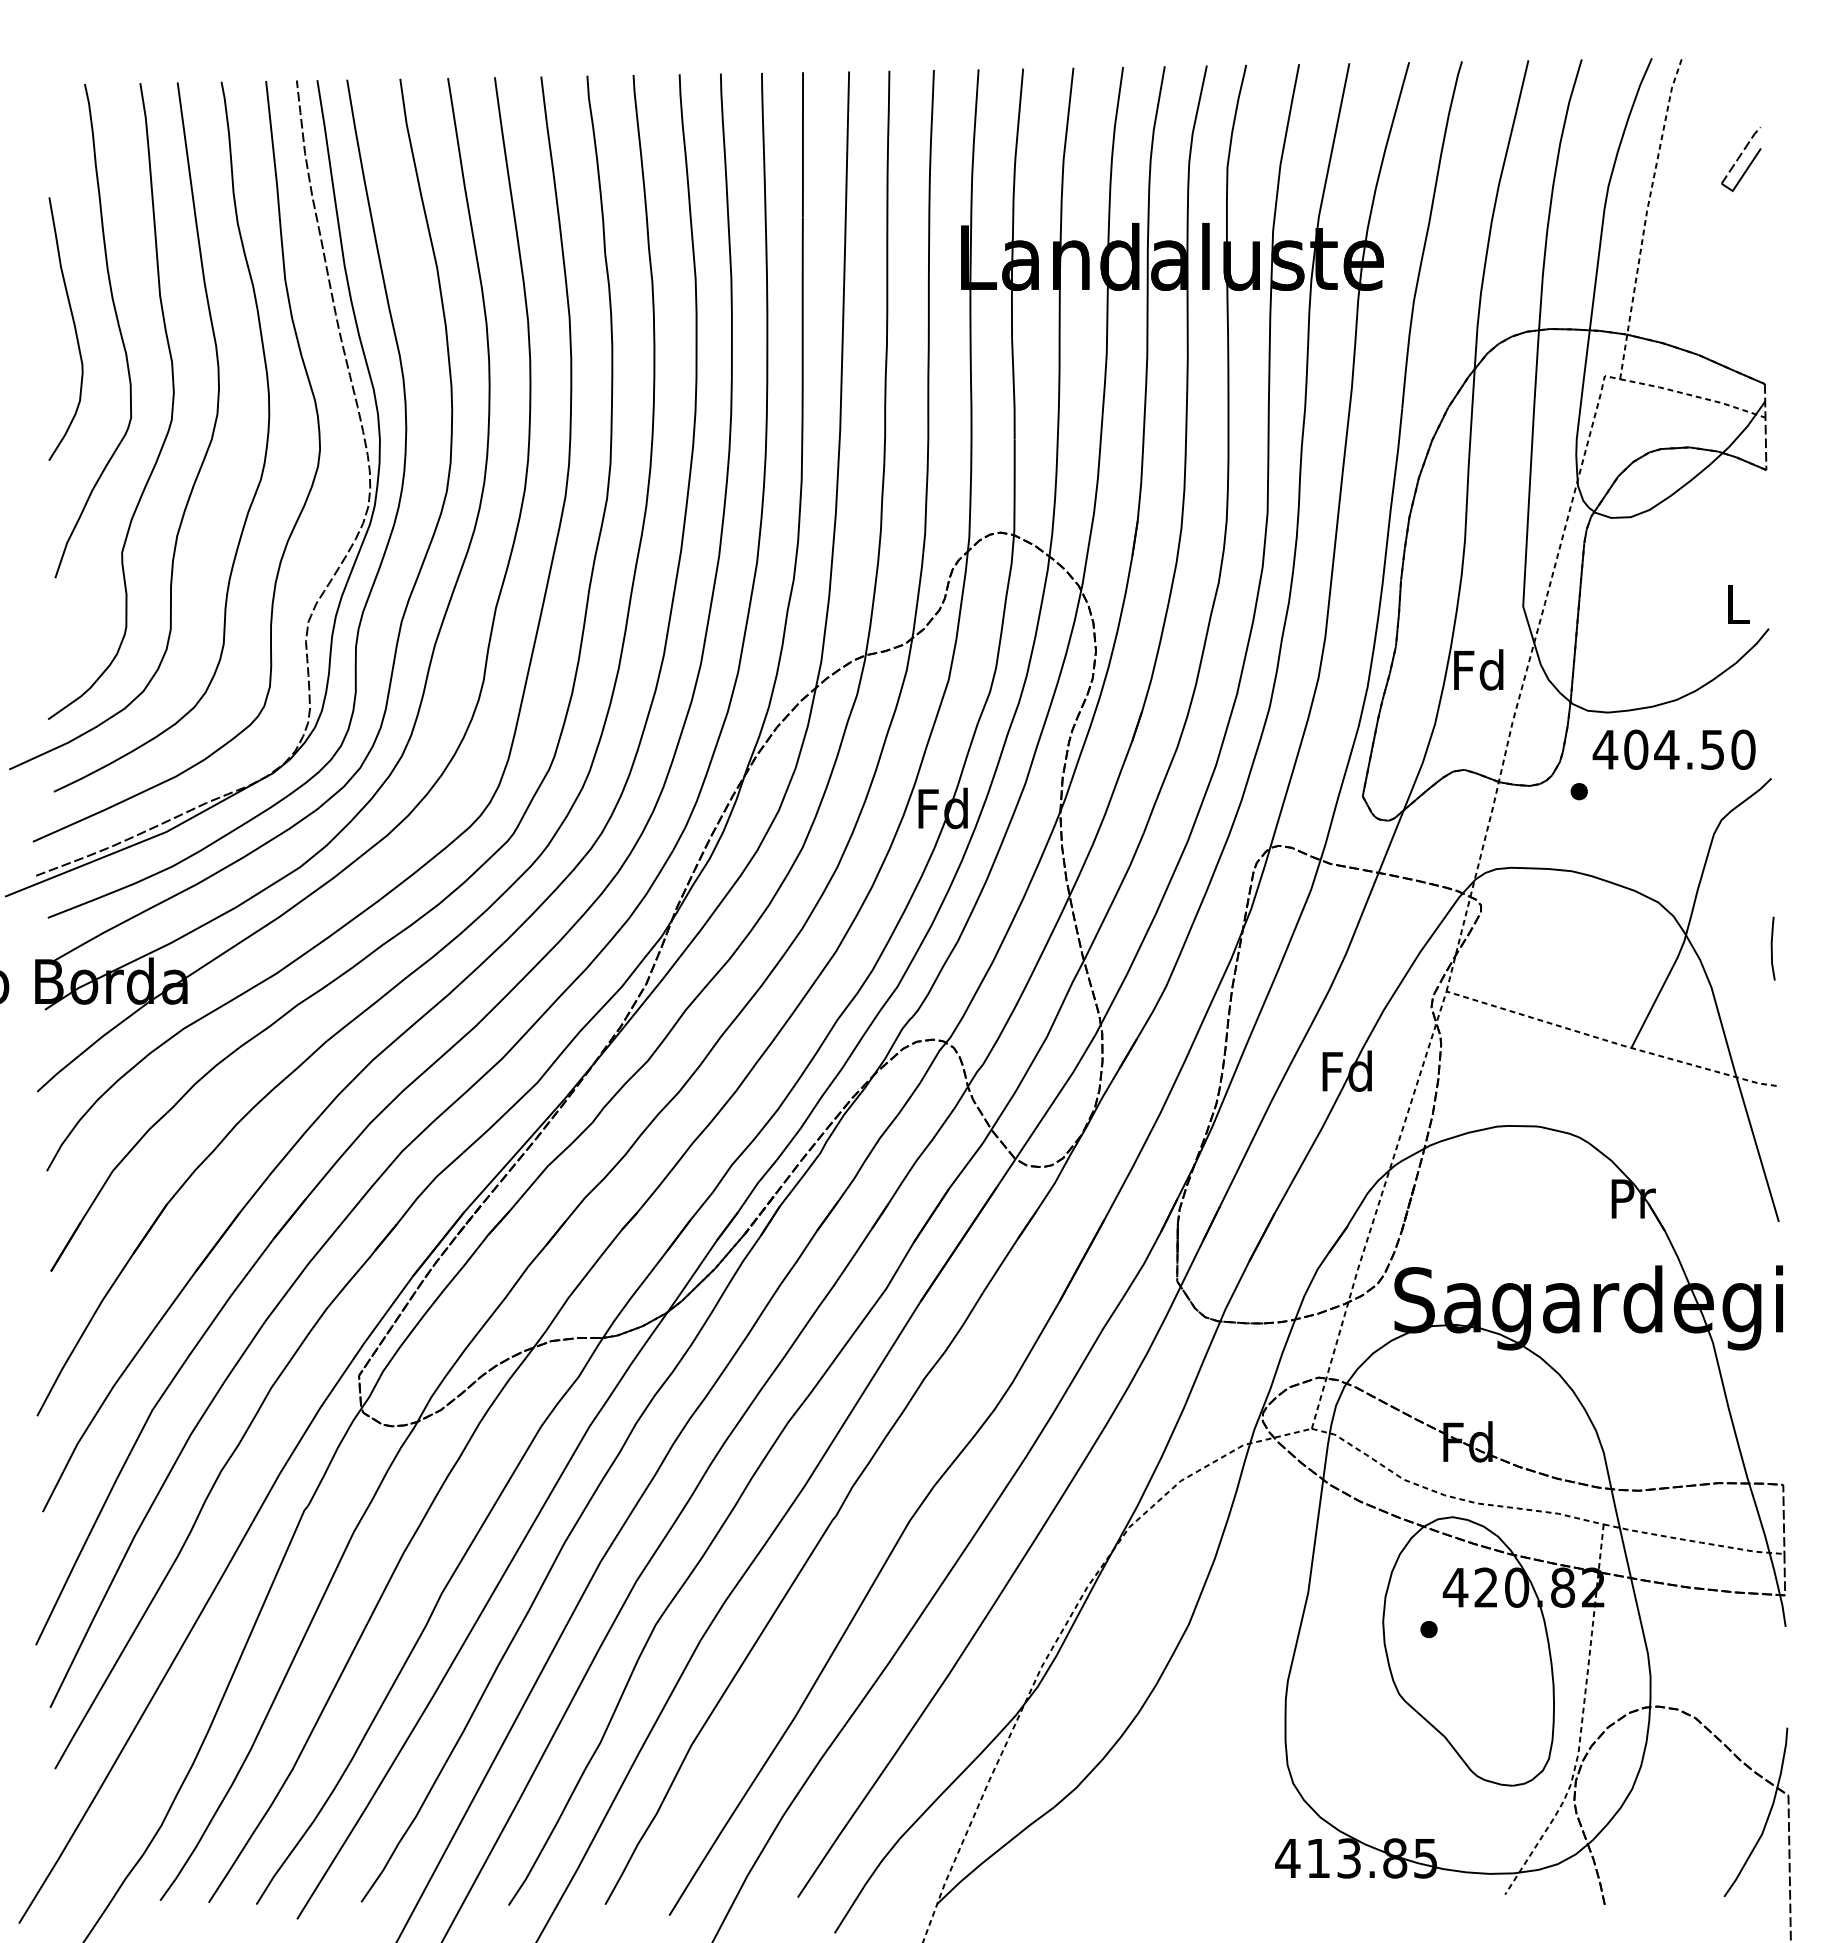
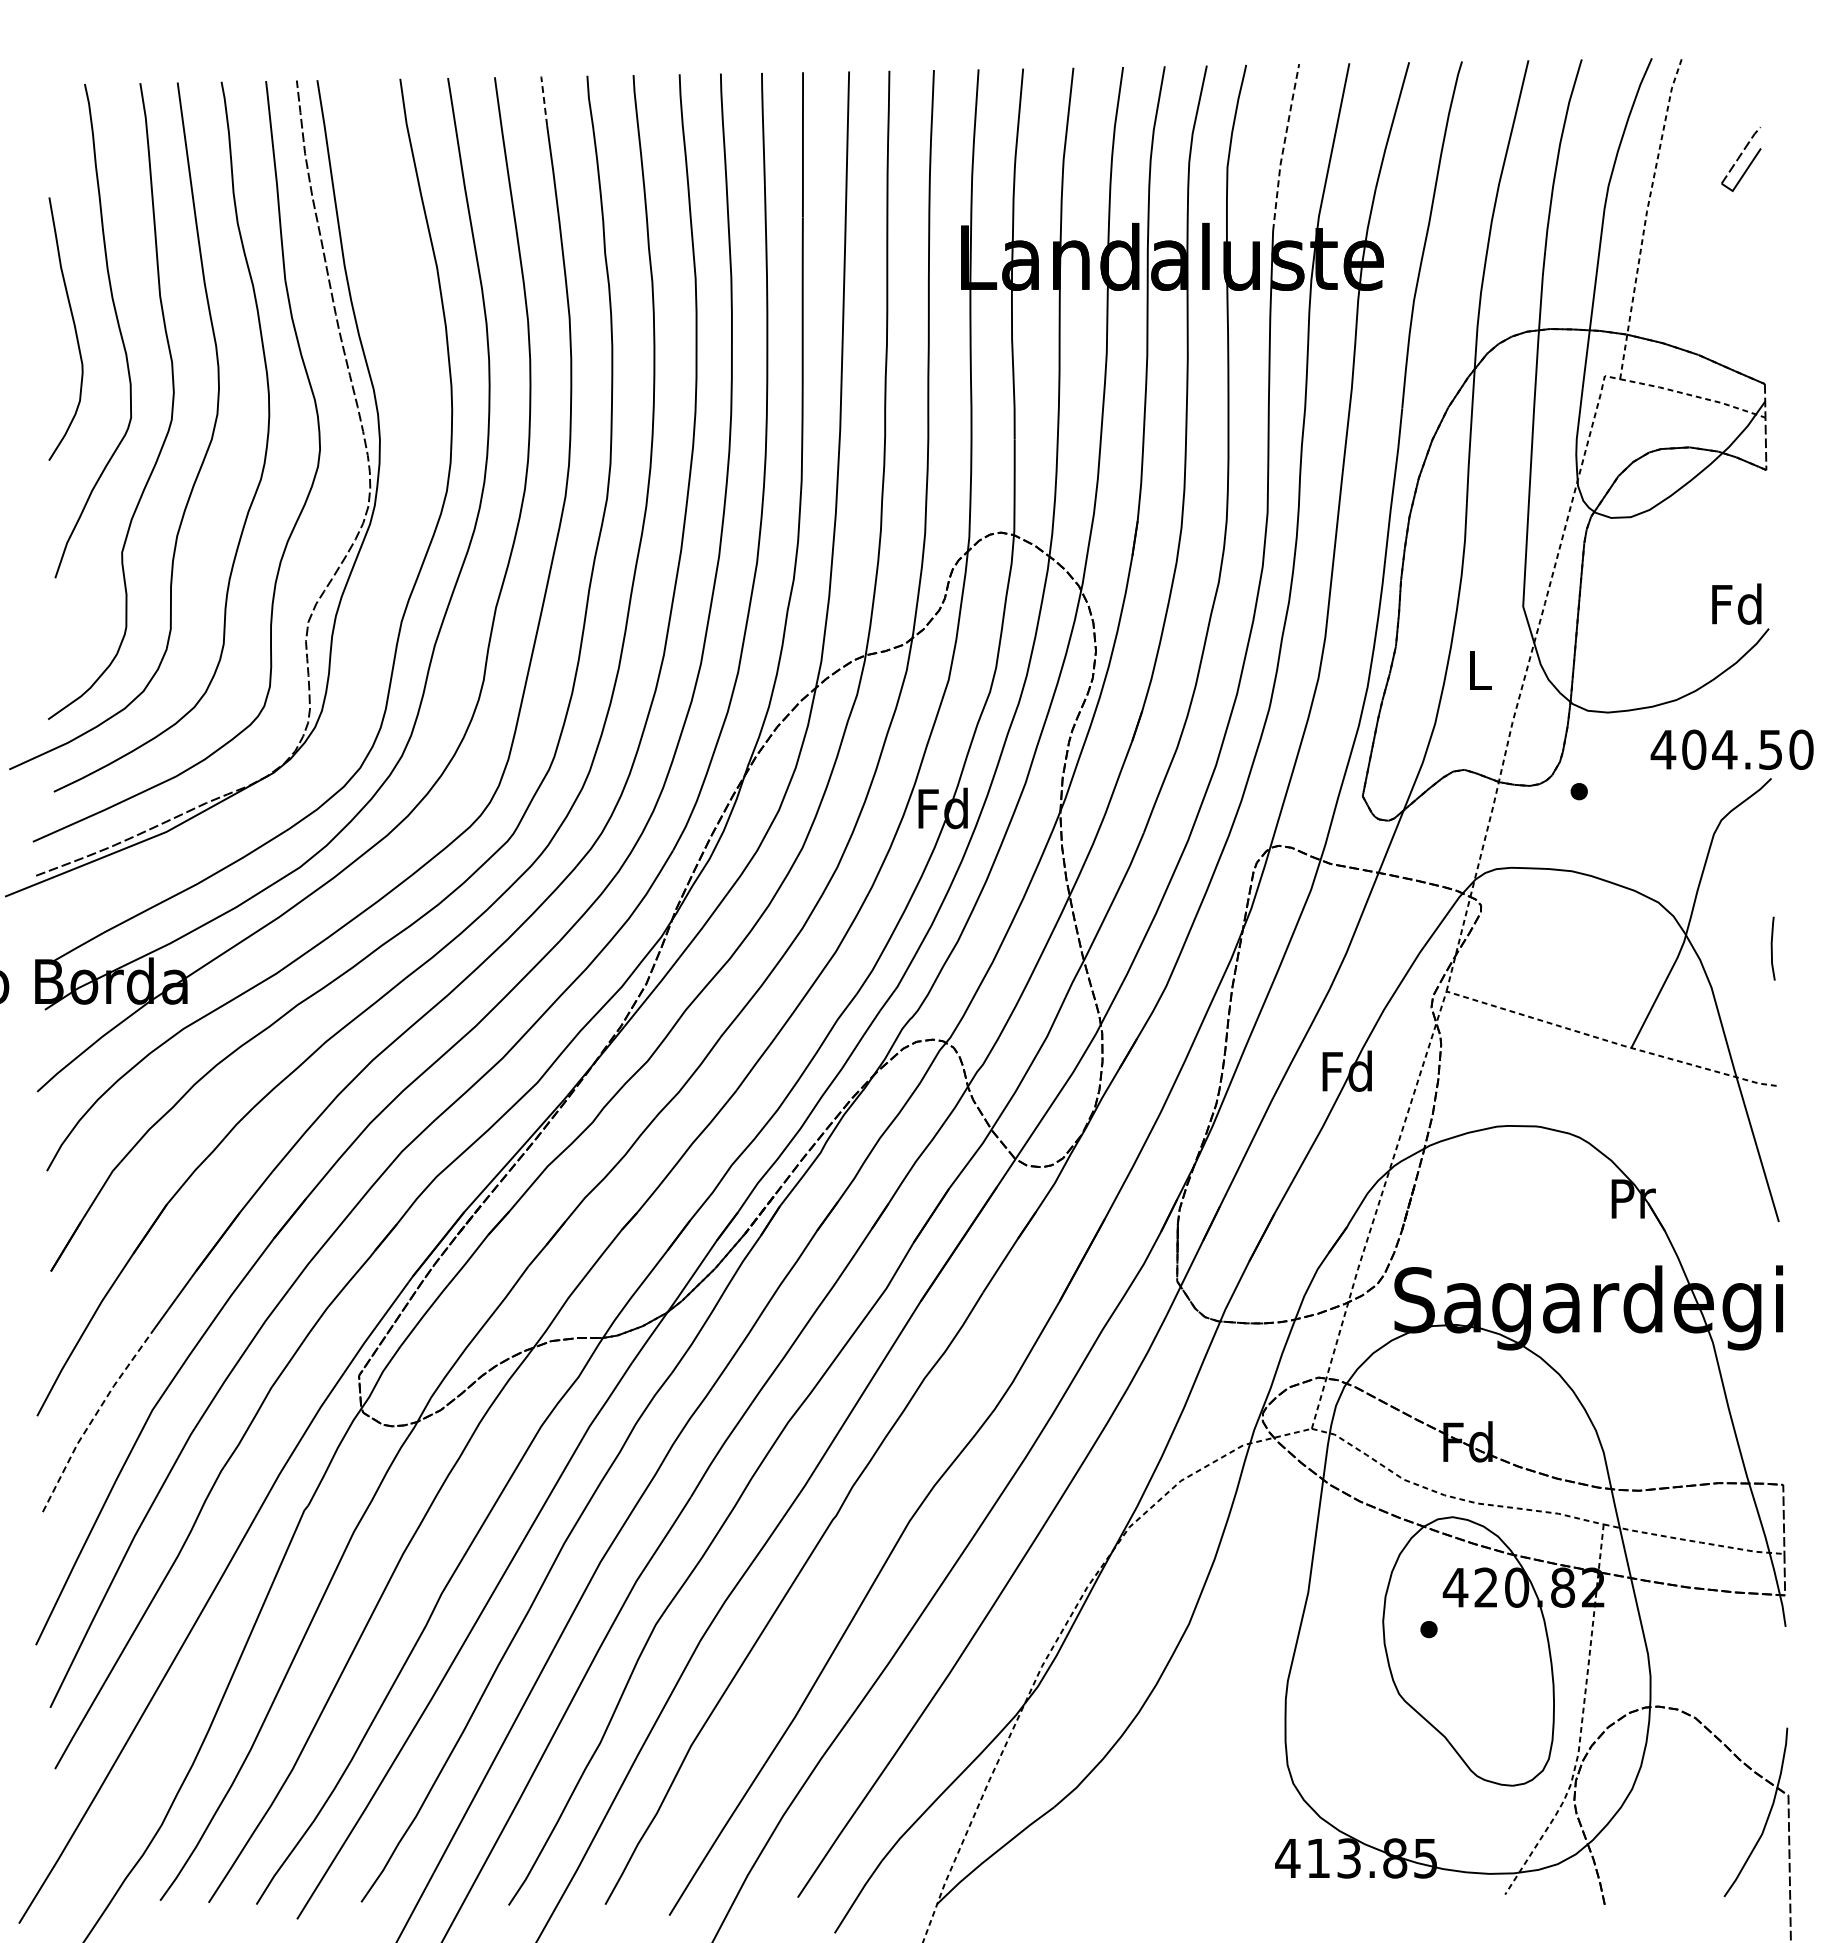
line at (544, 100): solid -> dashed
line at (1283, 146): solid -> dashed
curve at (384, 550): present -> none
text at (1736, 603): L -> Fd
text at (1478, 669): Fd -> L
text at (1673, 749) position: (1673, 749) -> (1731, 749)
line at (93, 1417): solid -> dashed
